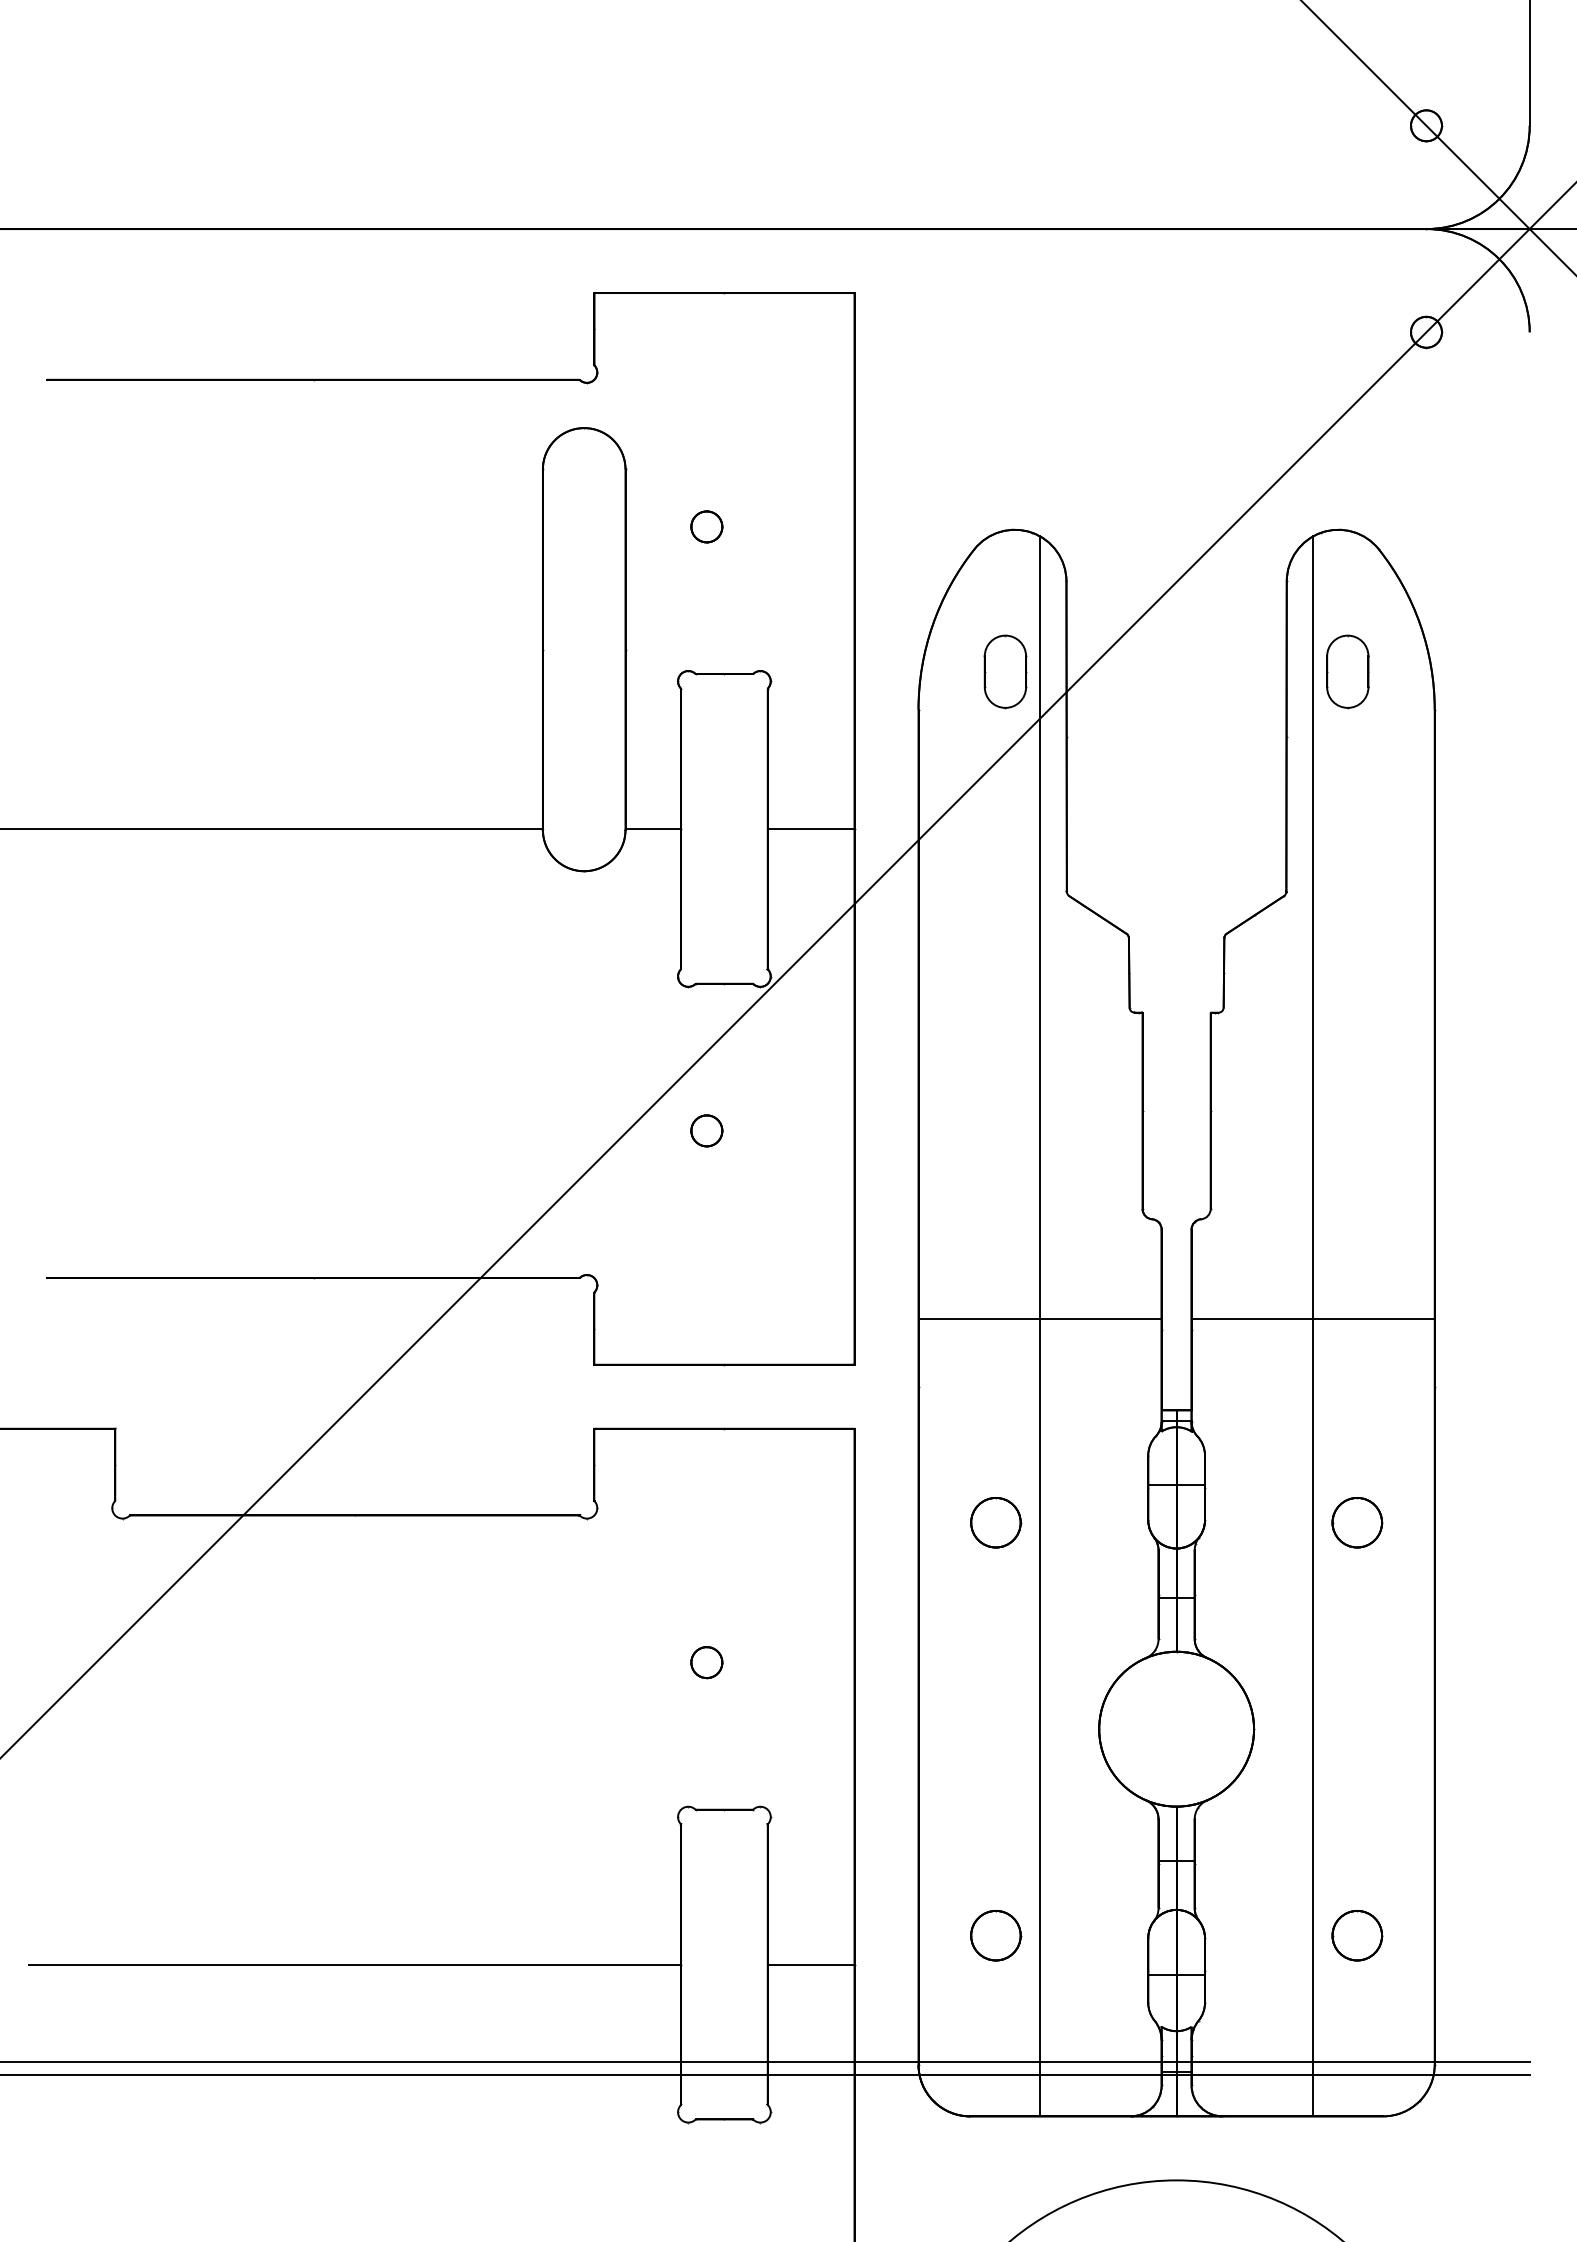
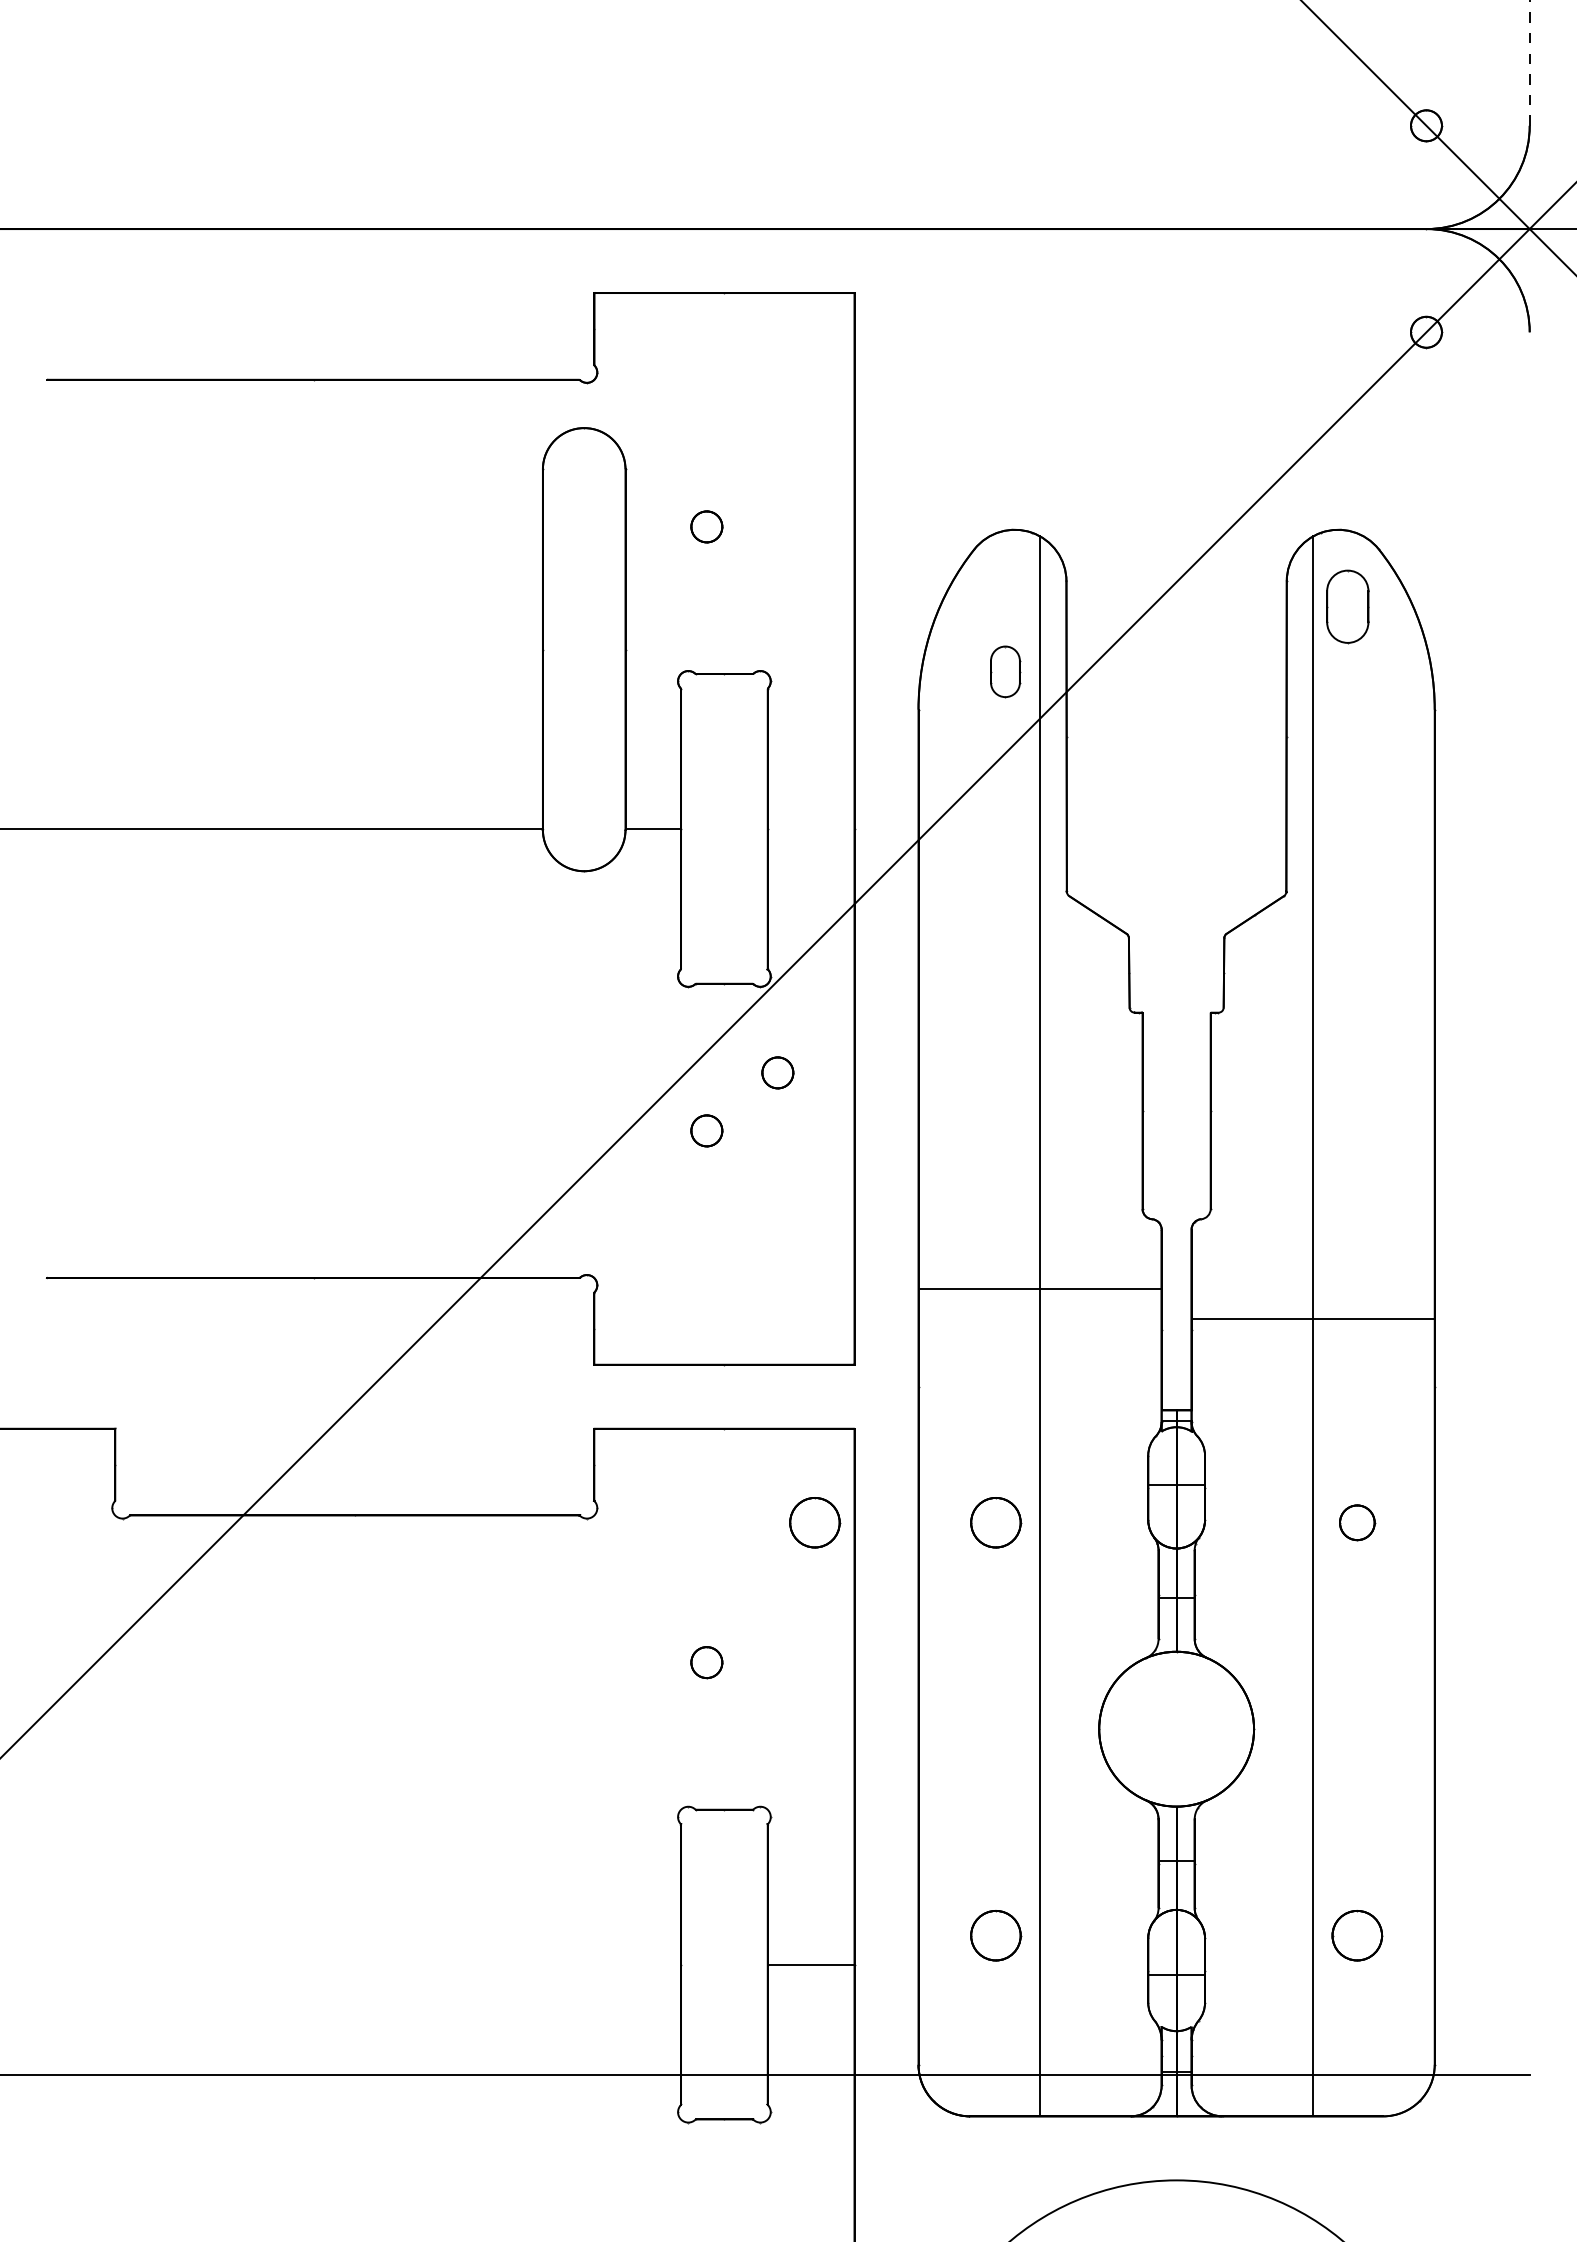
line at (1529, 62): solid -> dashed
part at (1005, 671) size: 45x76 px -> 32x54 px
part at (1347, 671) position: (1347, 671) -> (1347, 606)
line at (810, 828): present -> none
part at (777, 1072): none -> present
line at (1039, 1318) position: (1039, 1318) -> (1039, 1289)
part at (815, 1522): none -> present
part at (1357, 1522) size: 53x52 px -> 38x38 px
line at (354, 1964): present -> none
line at (765, 2061): present -> none
